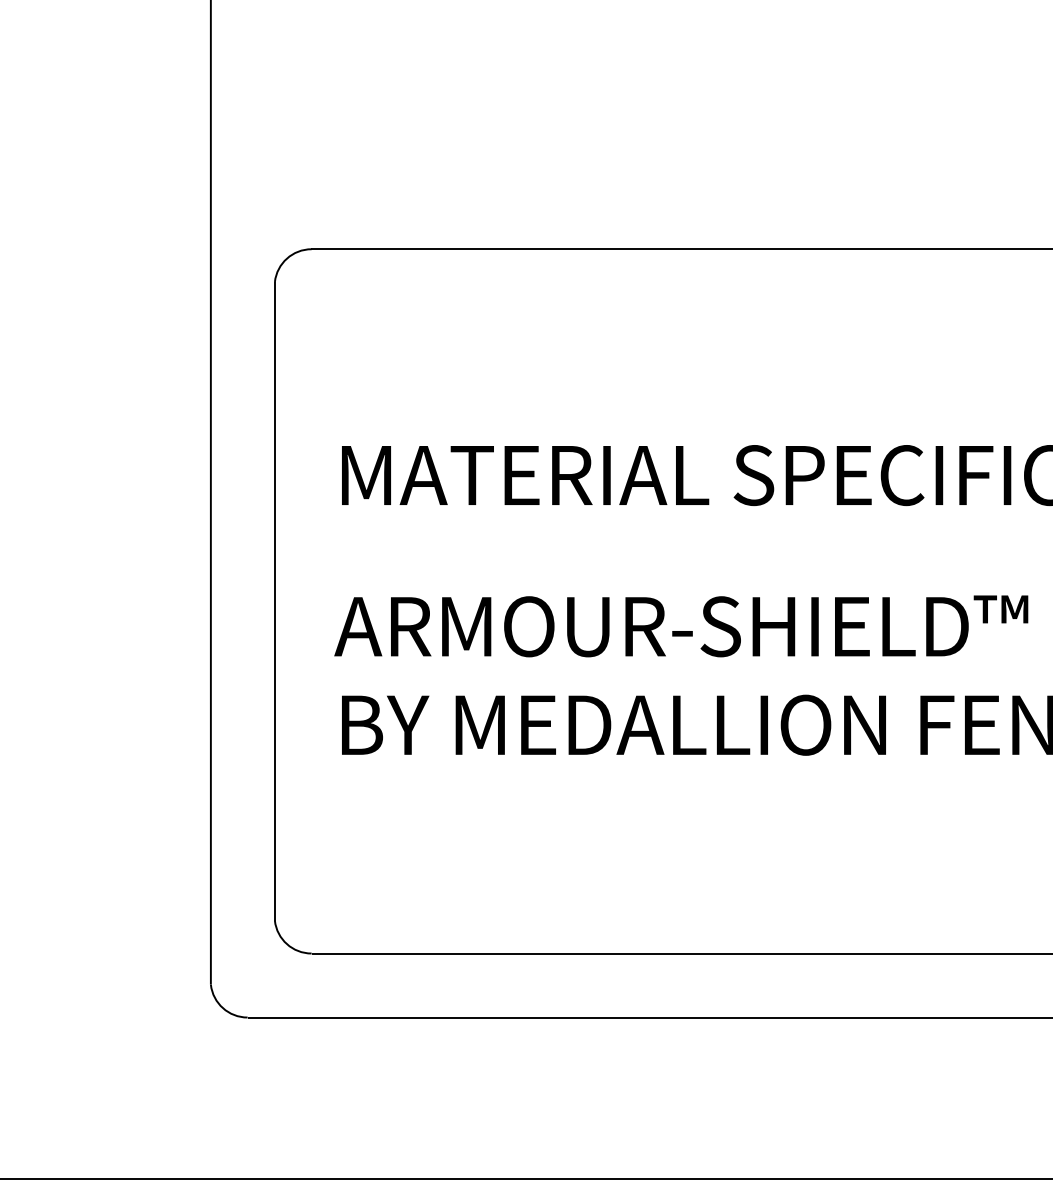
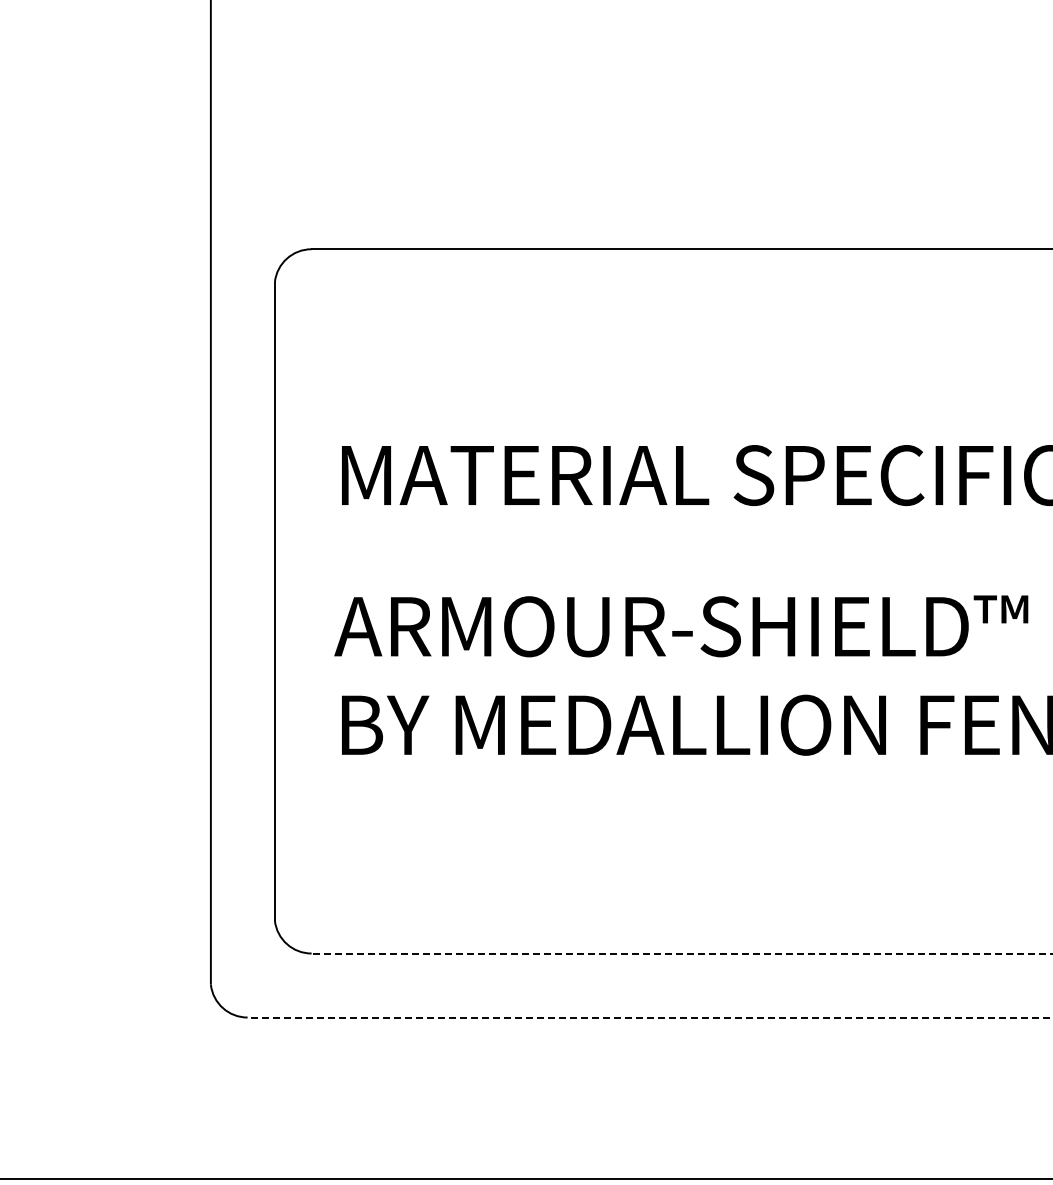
line at (681, 953): solid -> dashed
line at (649, 1017): solid -> dashed
